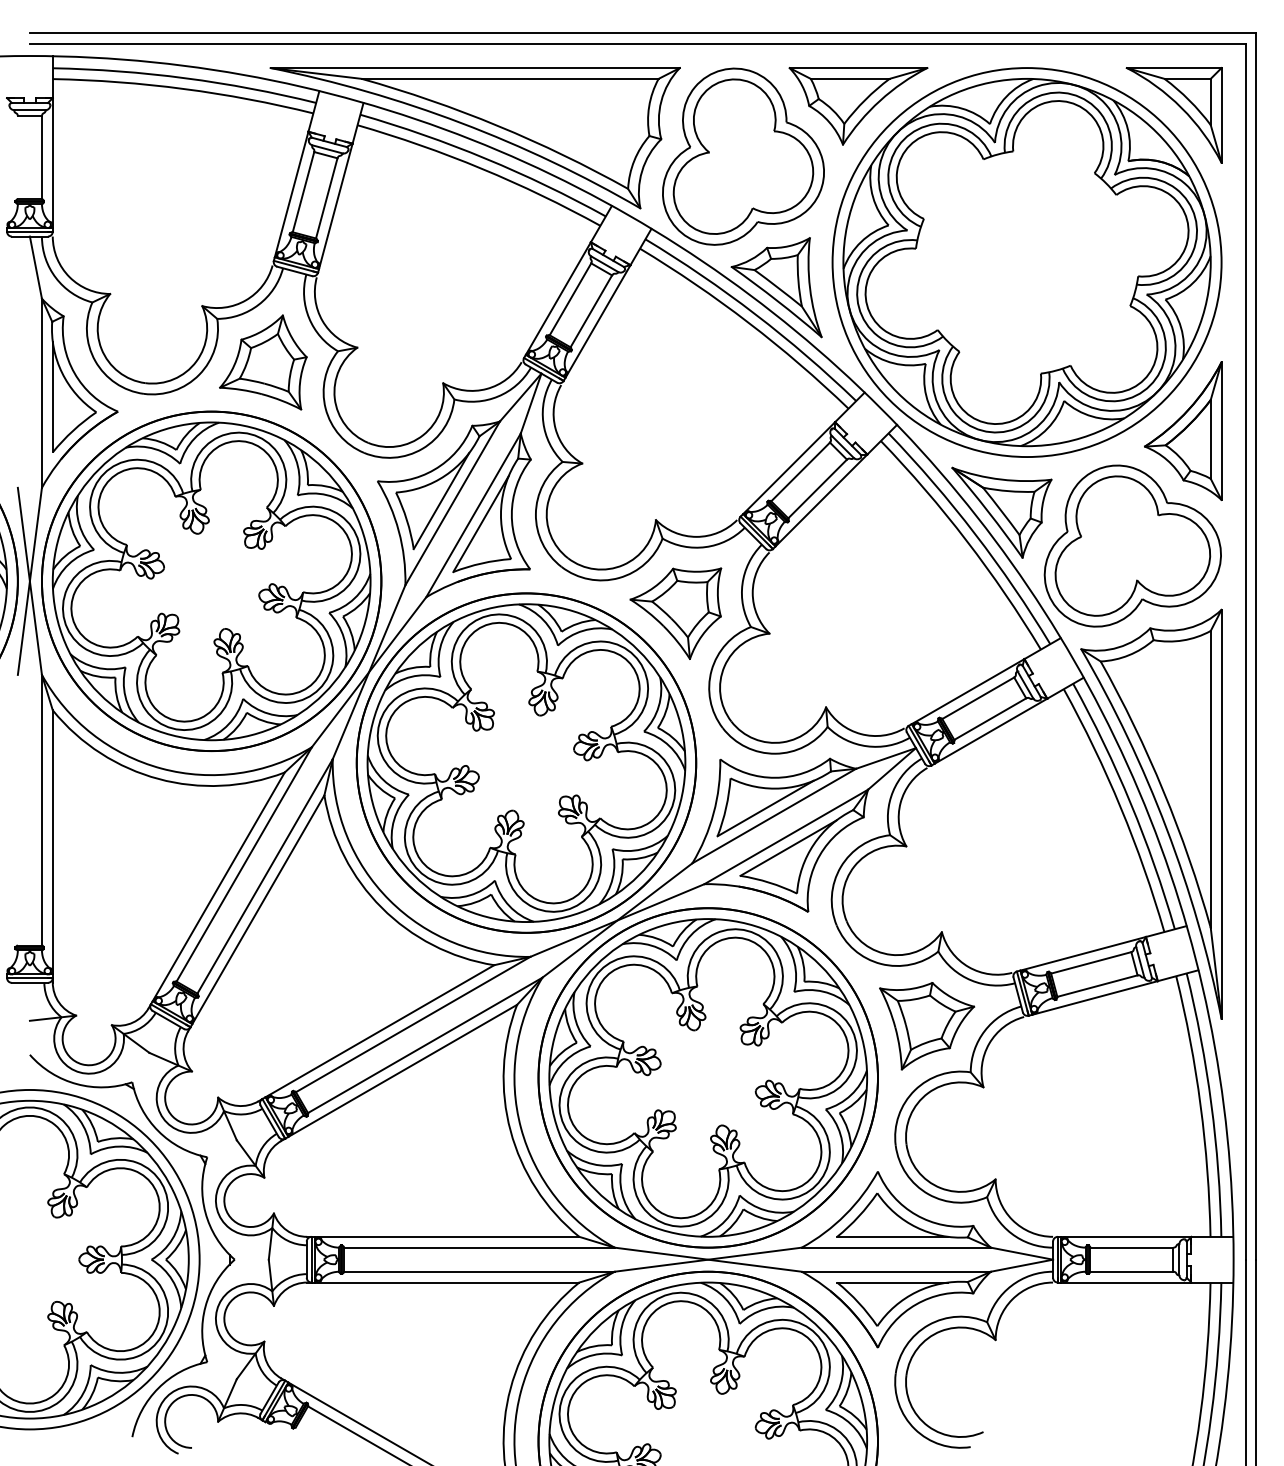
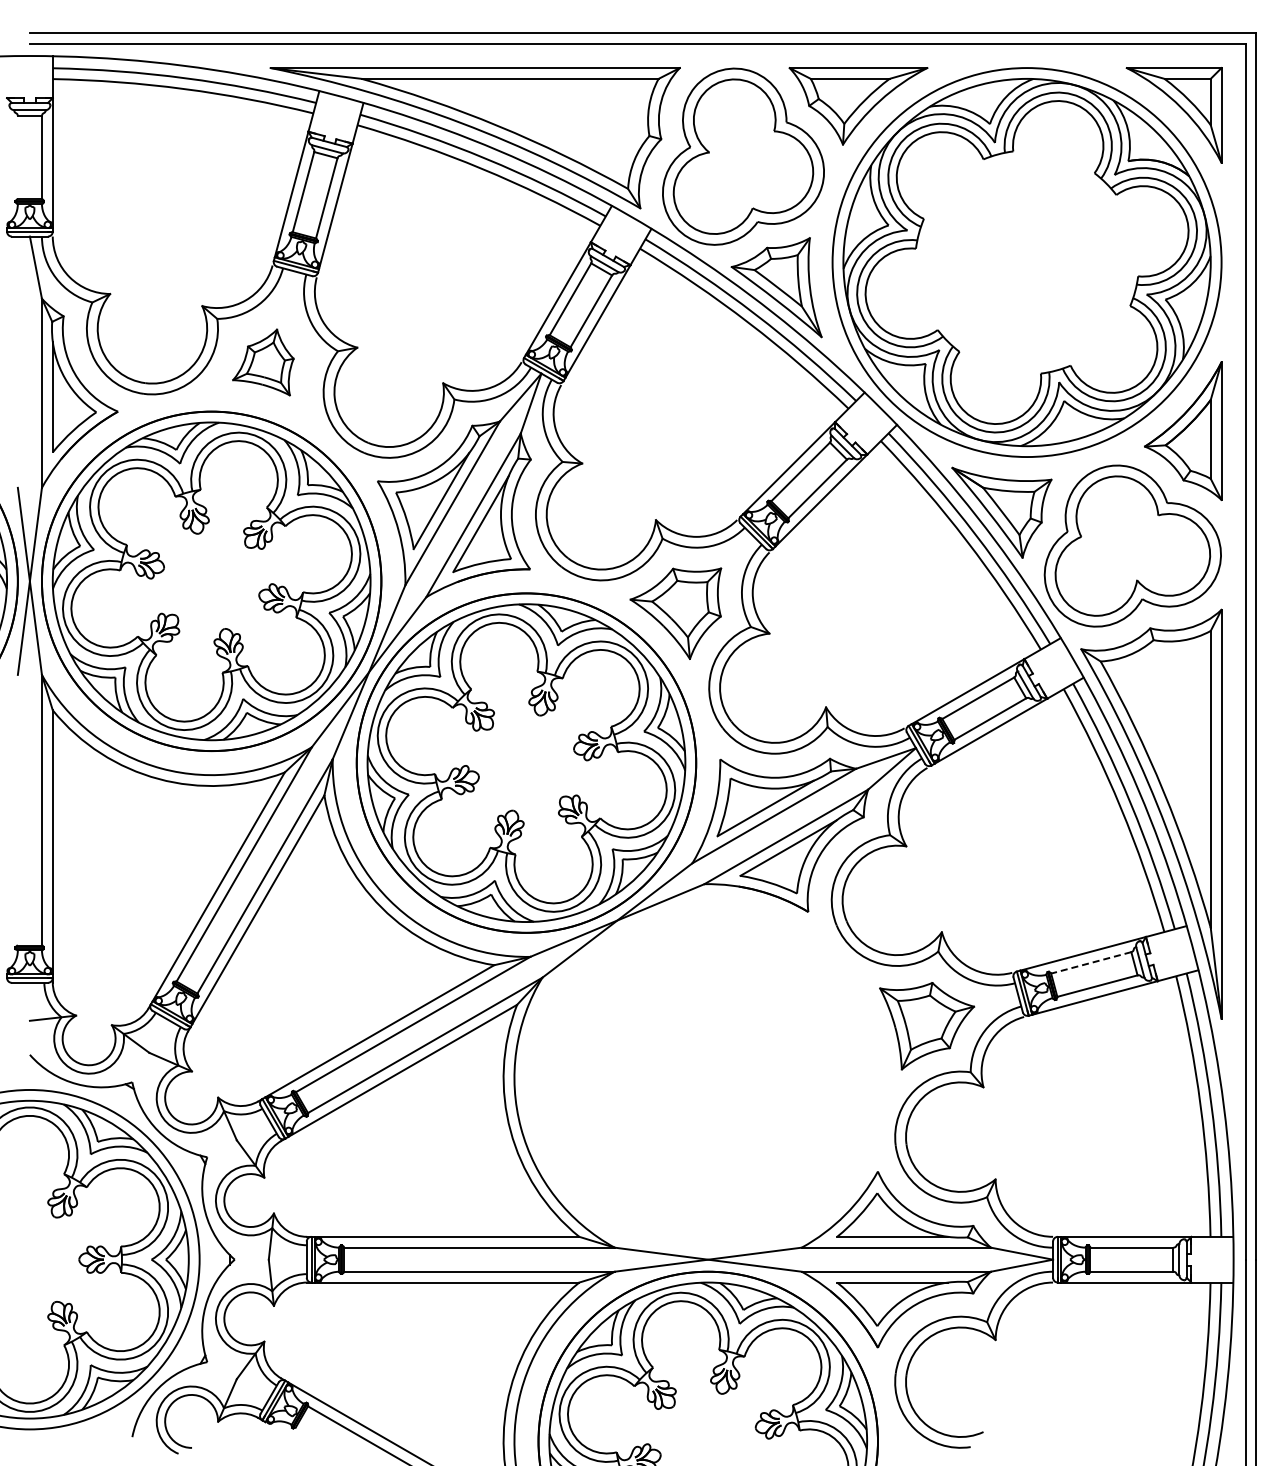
part at (263, 362) size: 89x97 px -> 63x69 px
line at (1091, 962): solid -> dashed
part at (707, 1077): present -> none
